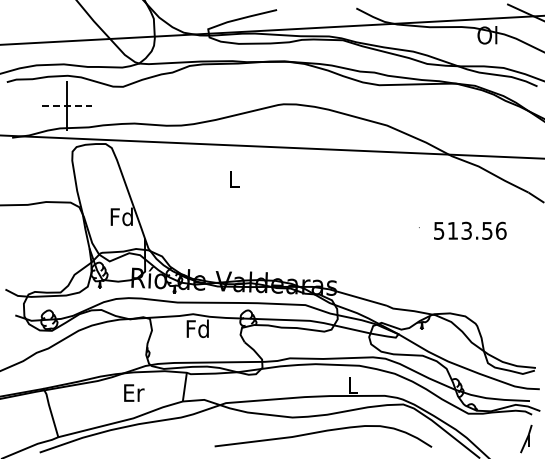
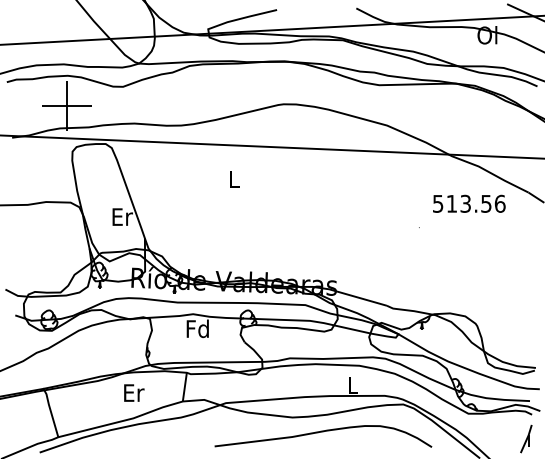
line at (67, 106): dashed -> solid
text at (121, 216): Fd -> Er
text at (470, 230) position: (470, 230) -> (469, 203)
